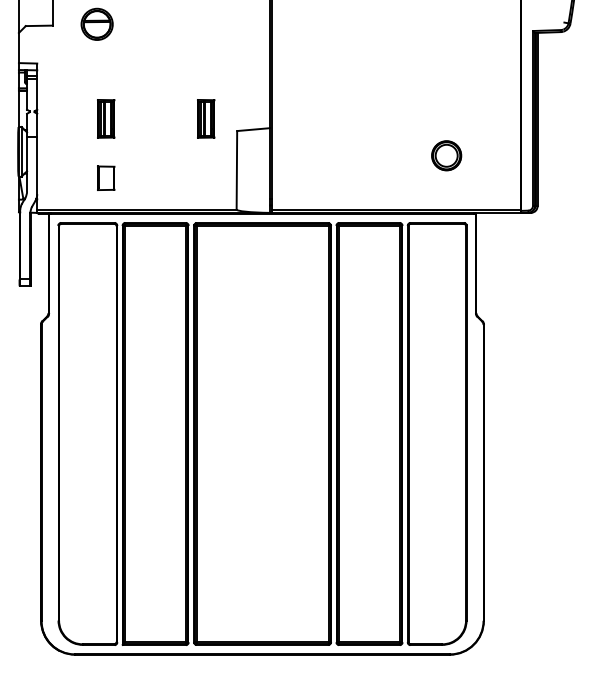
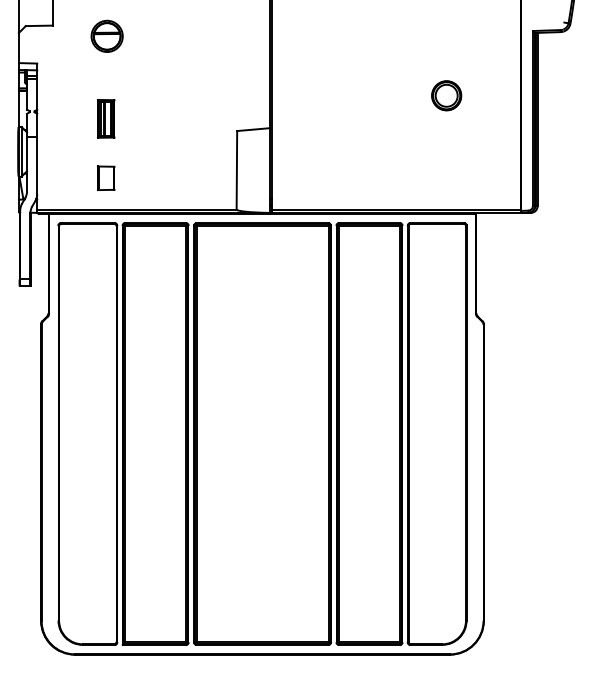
part at (96, 23) position: (96, 23) -> (106, 35)
part at (206, 118): present -> none
part at (446, 155) position: (446, 155) -> (446, 95)
